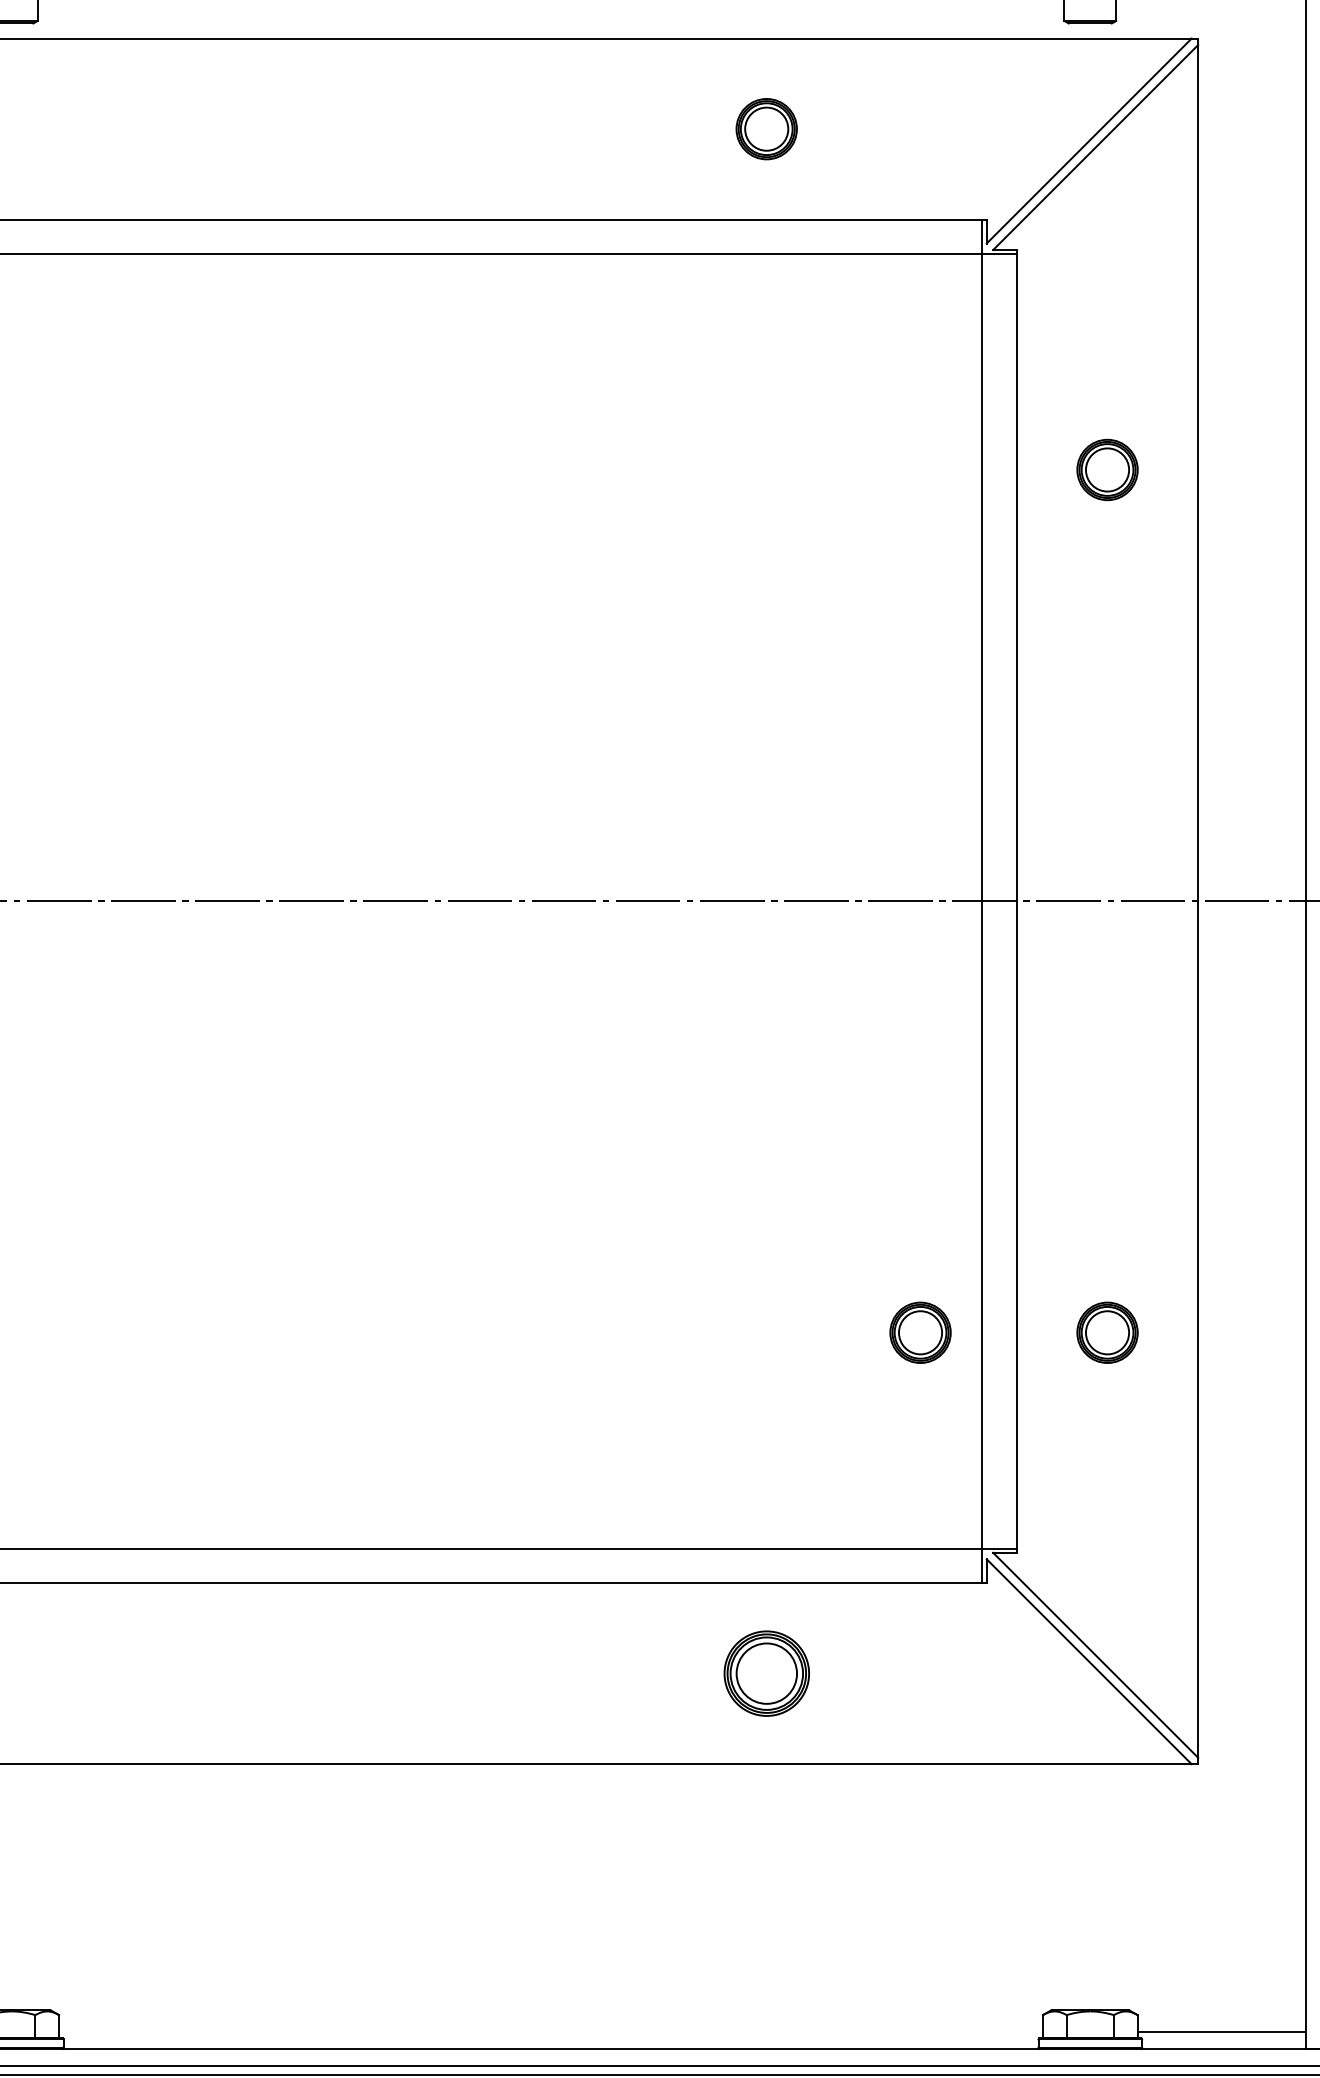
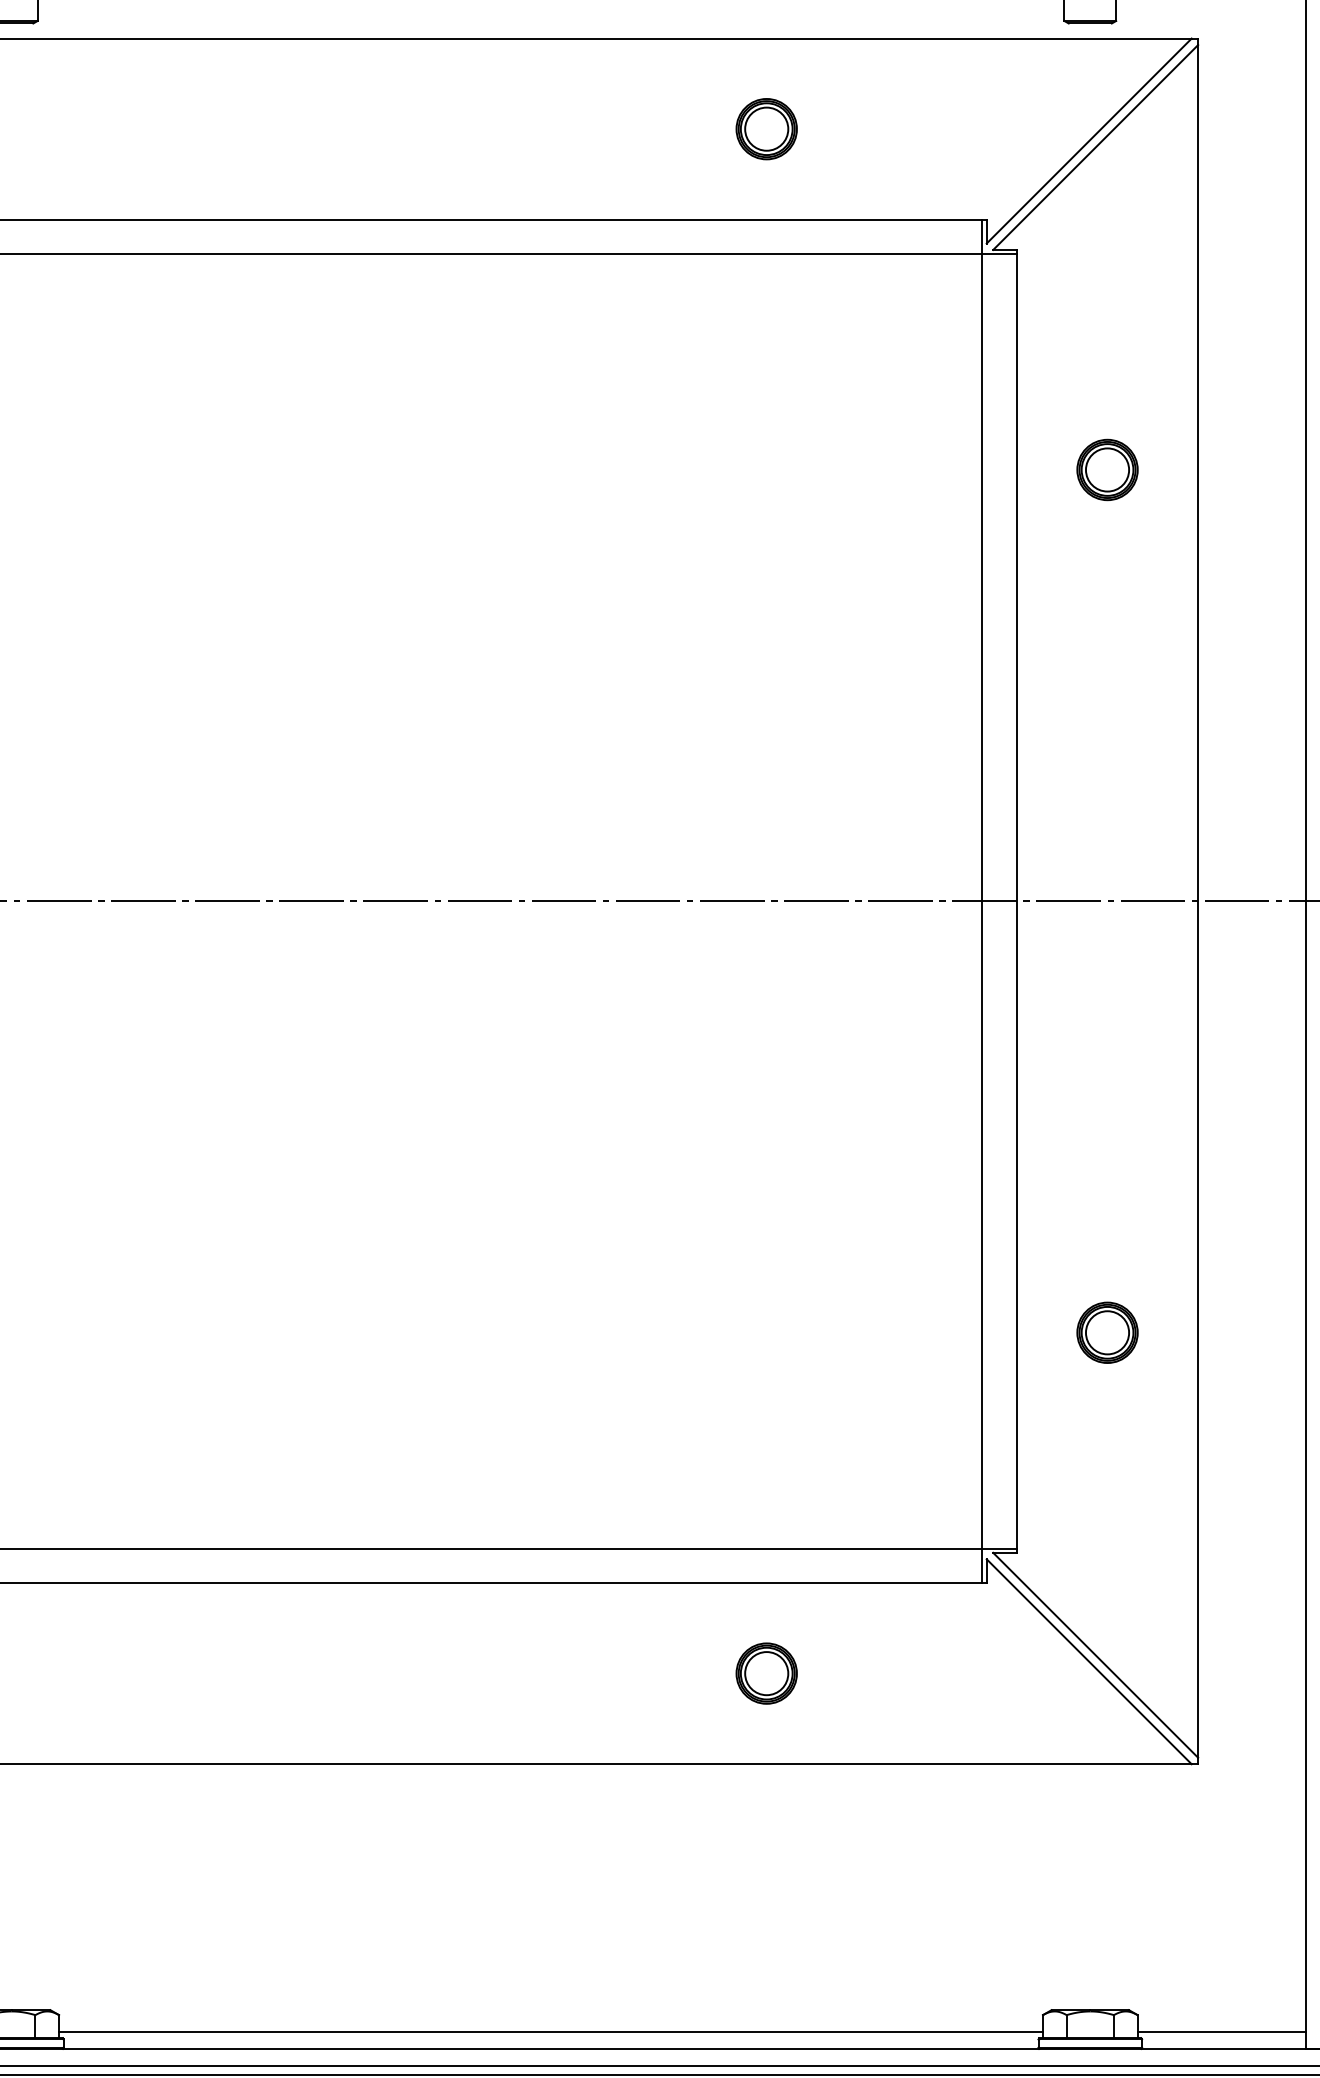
part at (920, 1332): present -> none
part at (766, 1673) size: 87x87 px -> 63x63 px
line at (550, 2031): none -> present
